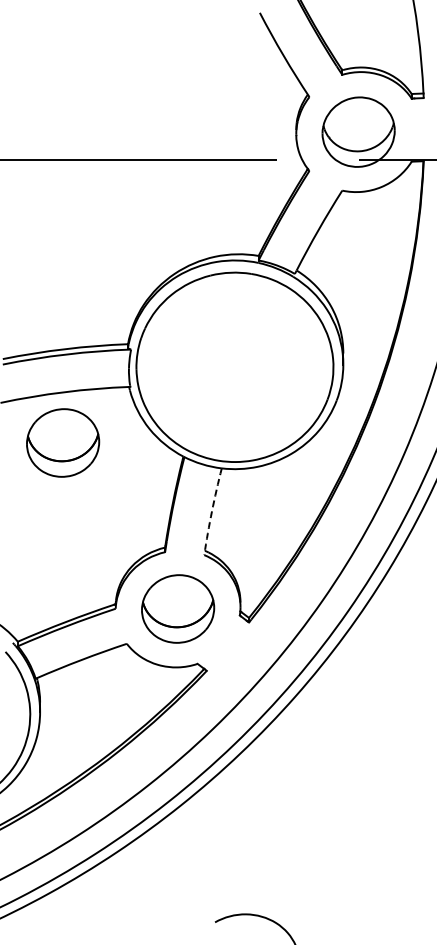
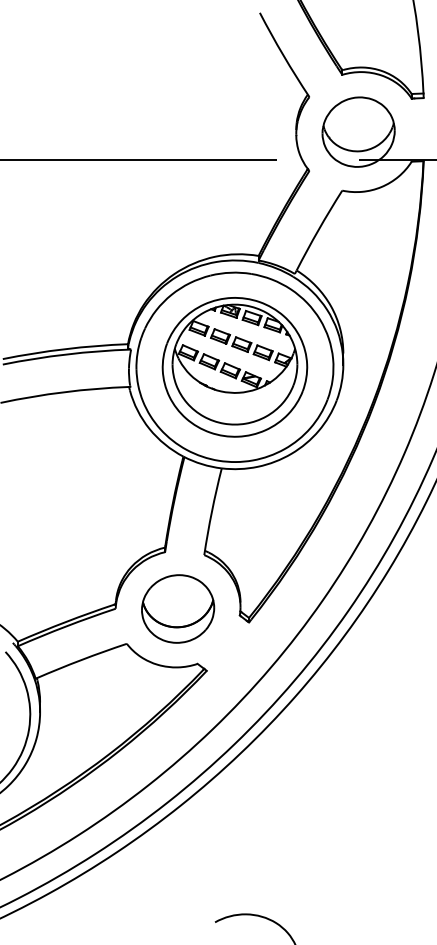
part at (234, 367): none -> present
part at (63, 442): present -> none
arc at (211, 511): dashed -> solid
